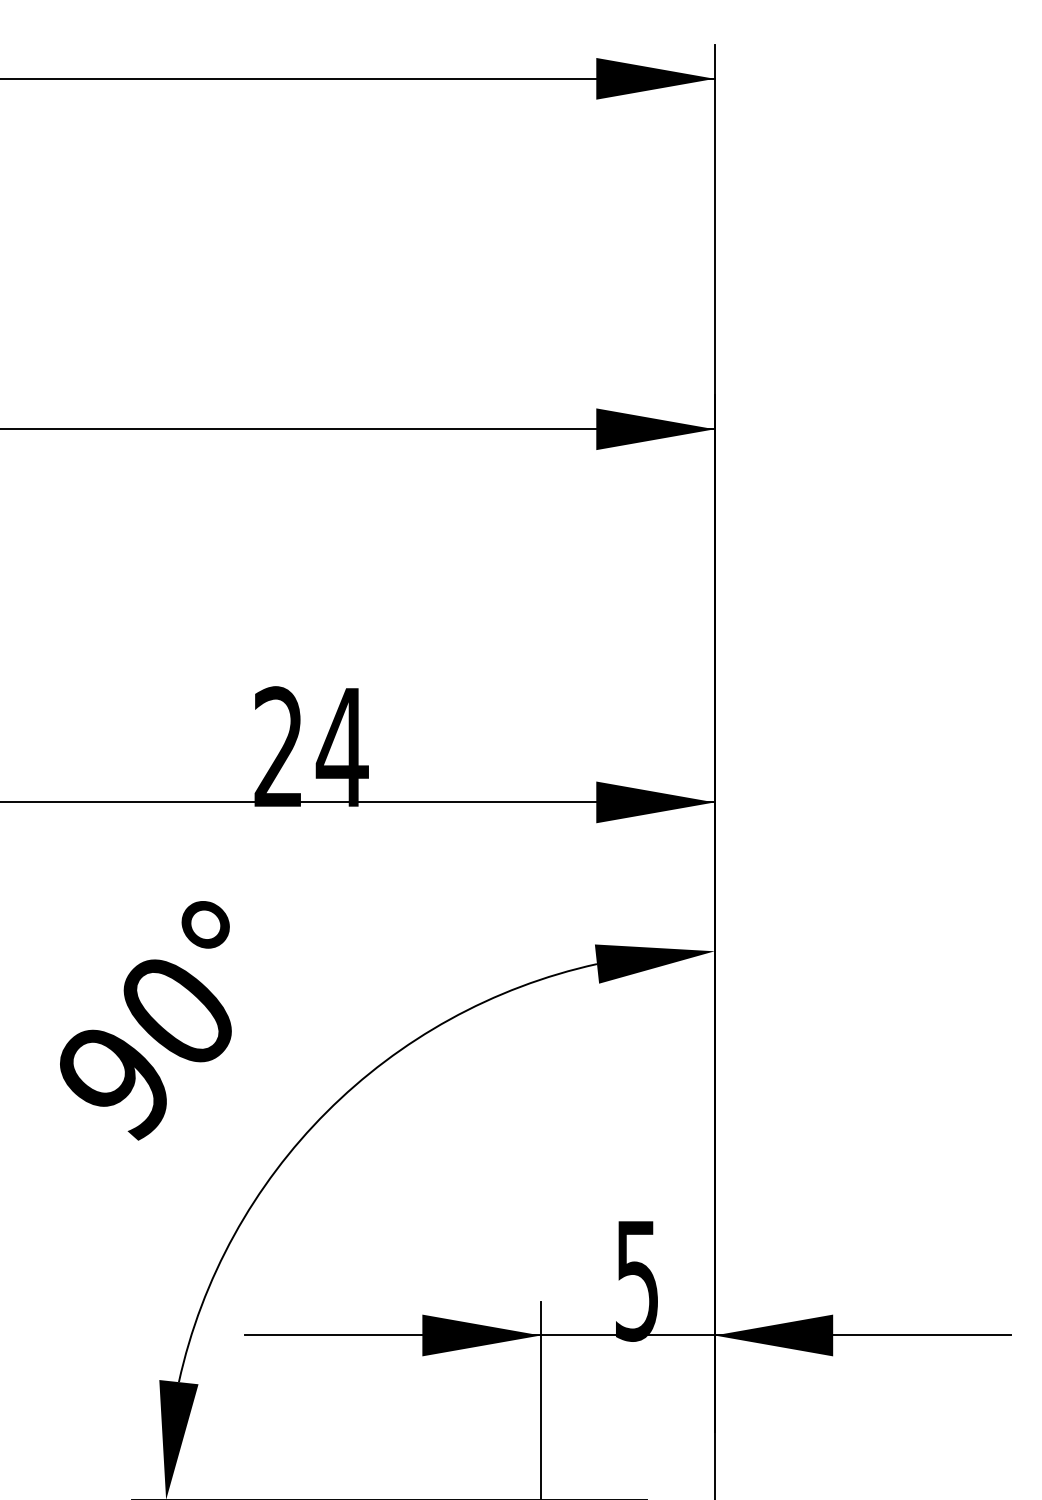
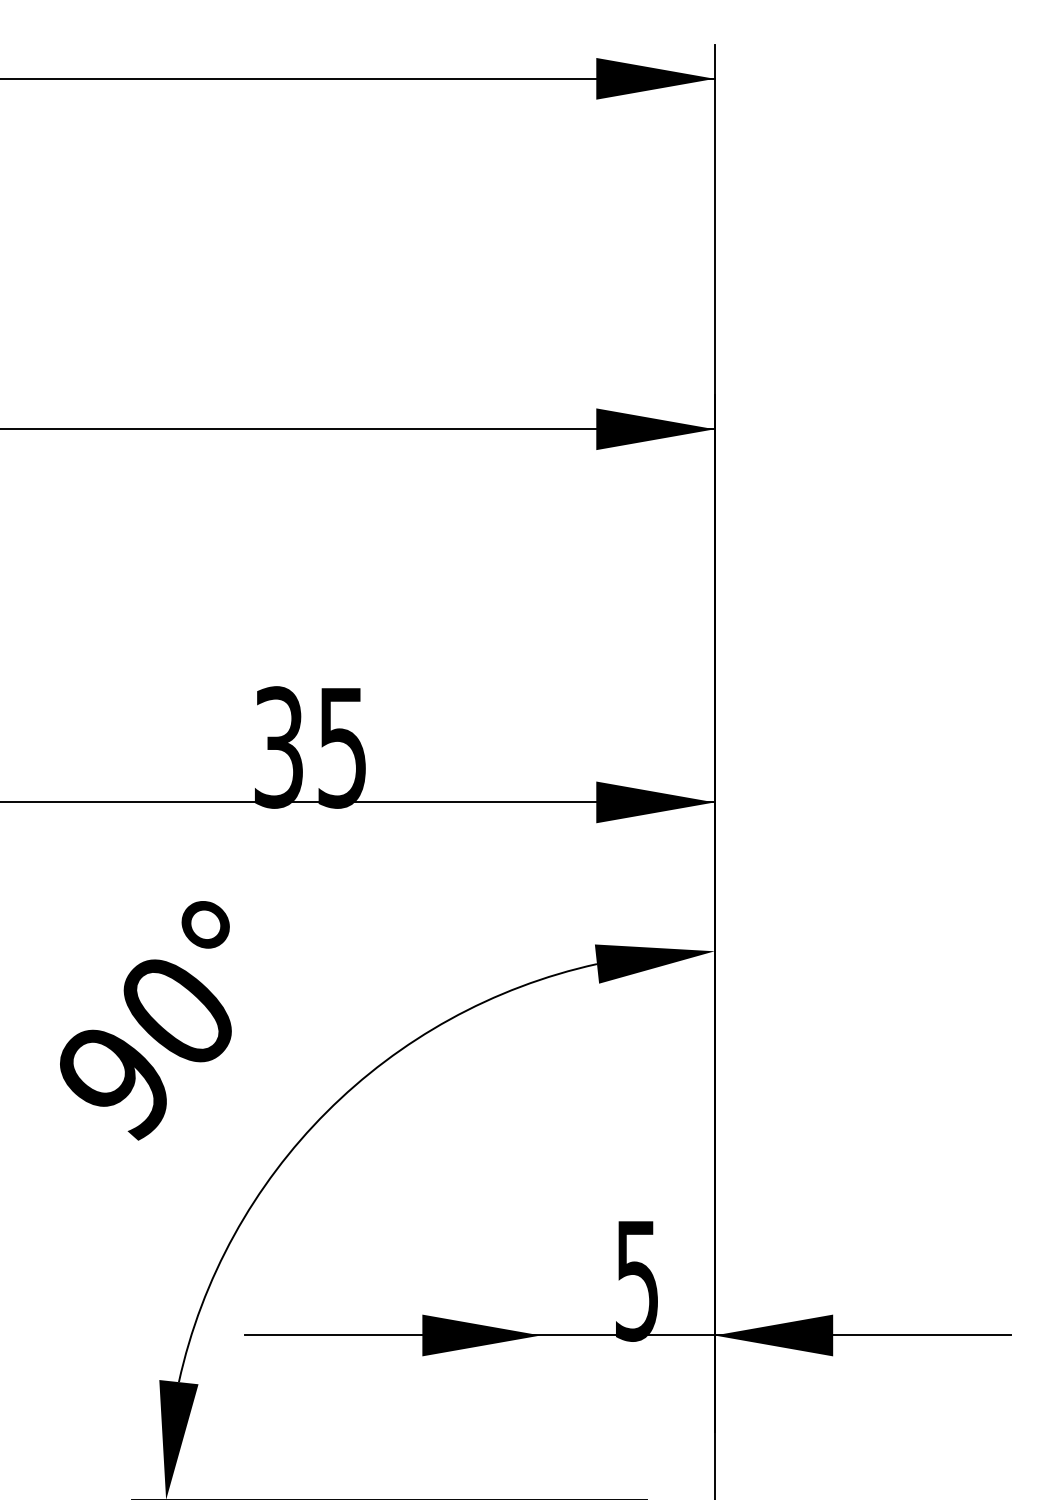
text at (311, 747): 24 -> 35
line at (540, 1398): present -> none
